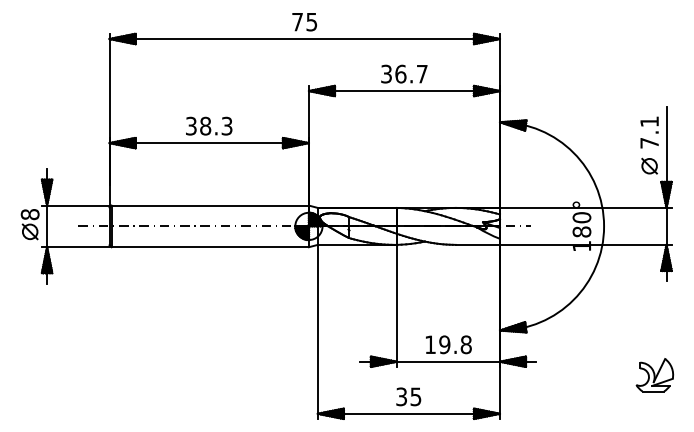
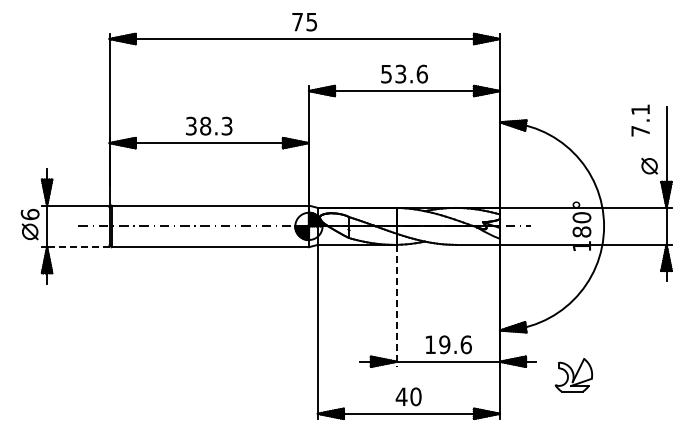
text at (404, 73): 36.7 -> 53.6
text at (649, 132) position: (649, 132) -> (640, 120)
text at (29, 214): 8 -> 6
line at (77, 247): solid -> dashed
line at (396, 306): solid -> dashed
text at (465, 344): 19.8 -> 19.6
part at (654, 375) position: (654, 375) -> (573, 375)
text at (408, 396): 35 -> 40
